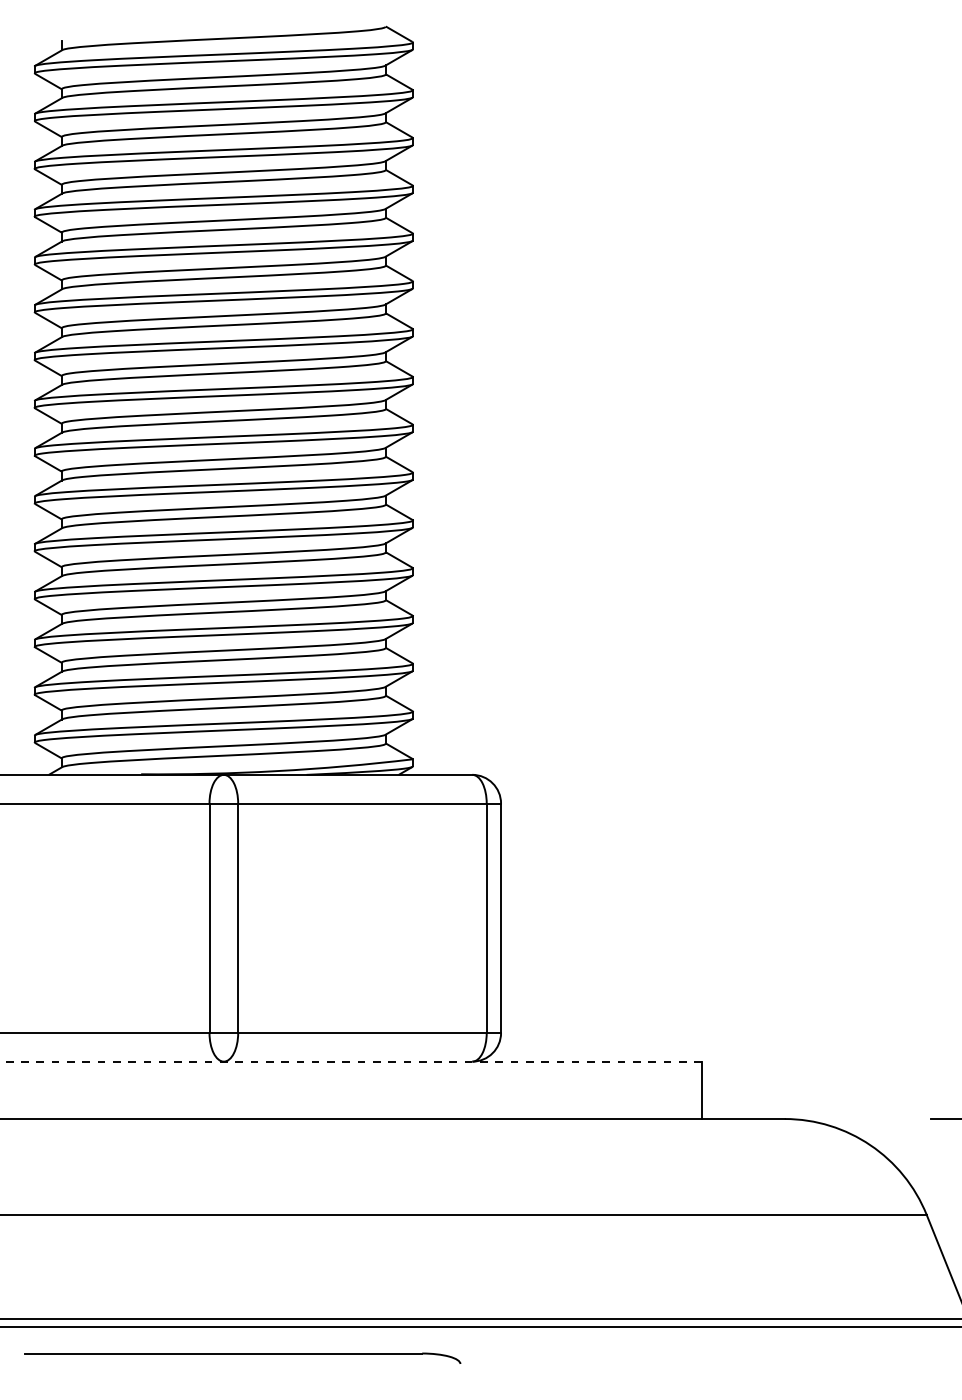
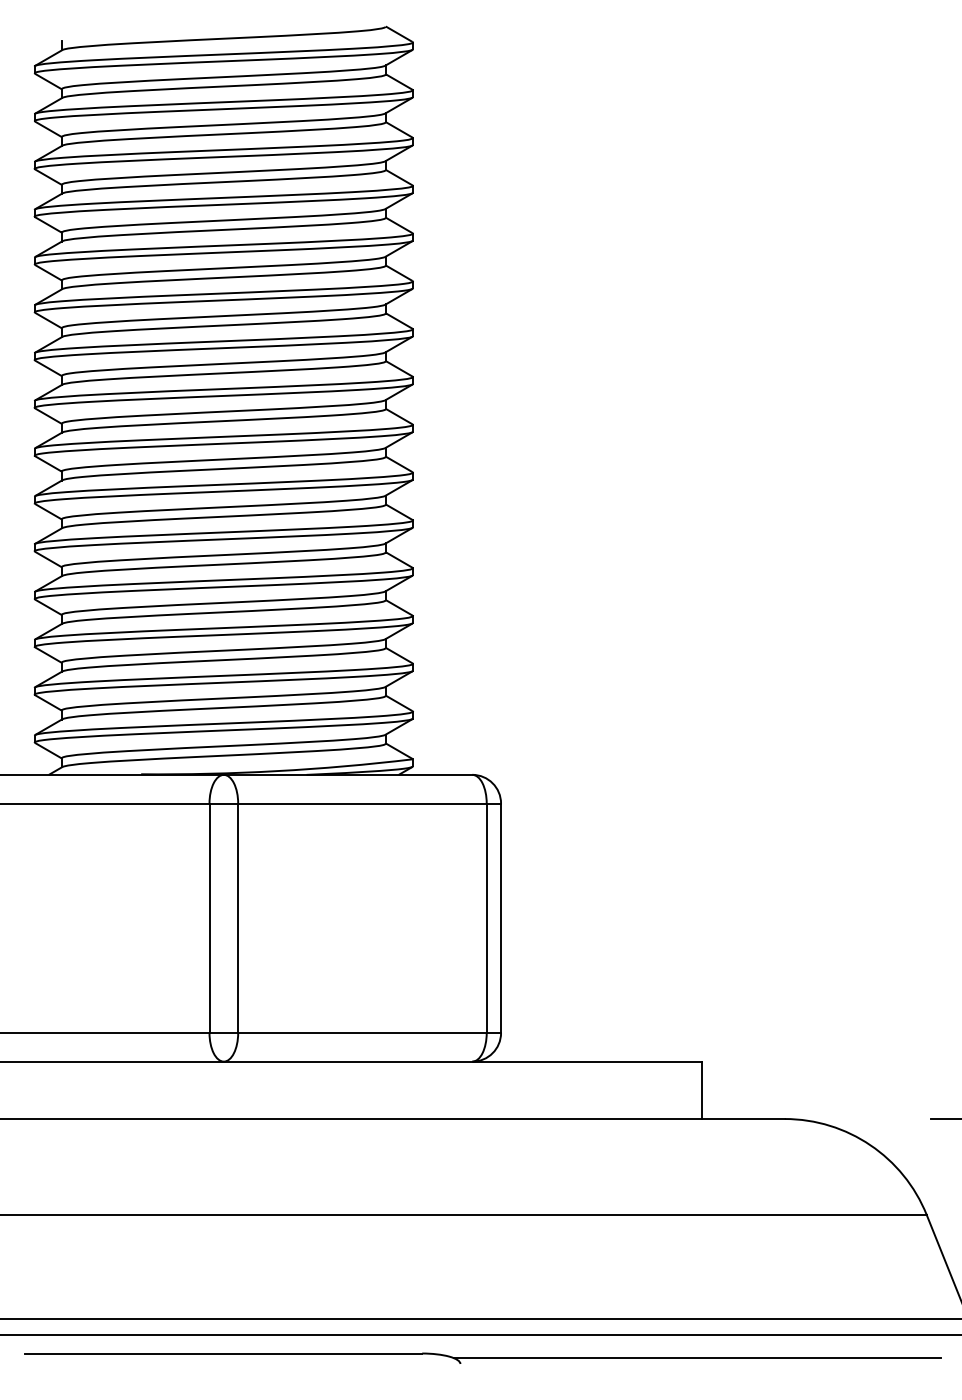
line at (350, 1061): dashed -> solid
line at (480, 1327) position: (480, 1327) -> (480, 1335)
line at (696, 1358): none -> present
